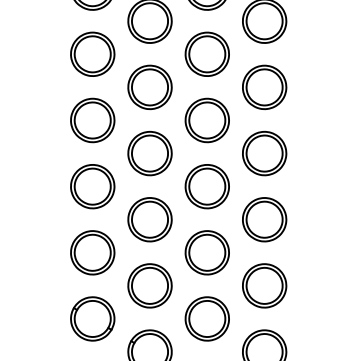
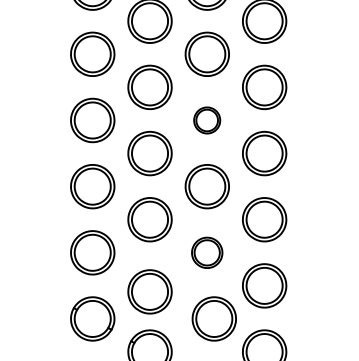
part at (206, 120) size: 46x47 px -> 29x29 px
part at (206, 252) size: 46x46 px -> 33x33 px
part at (149, 285) position: (149, 285) -> (149, 291)
part at (206, 318) position: (206, 318) -> (213, 318)
